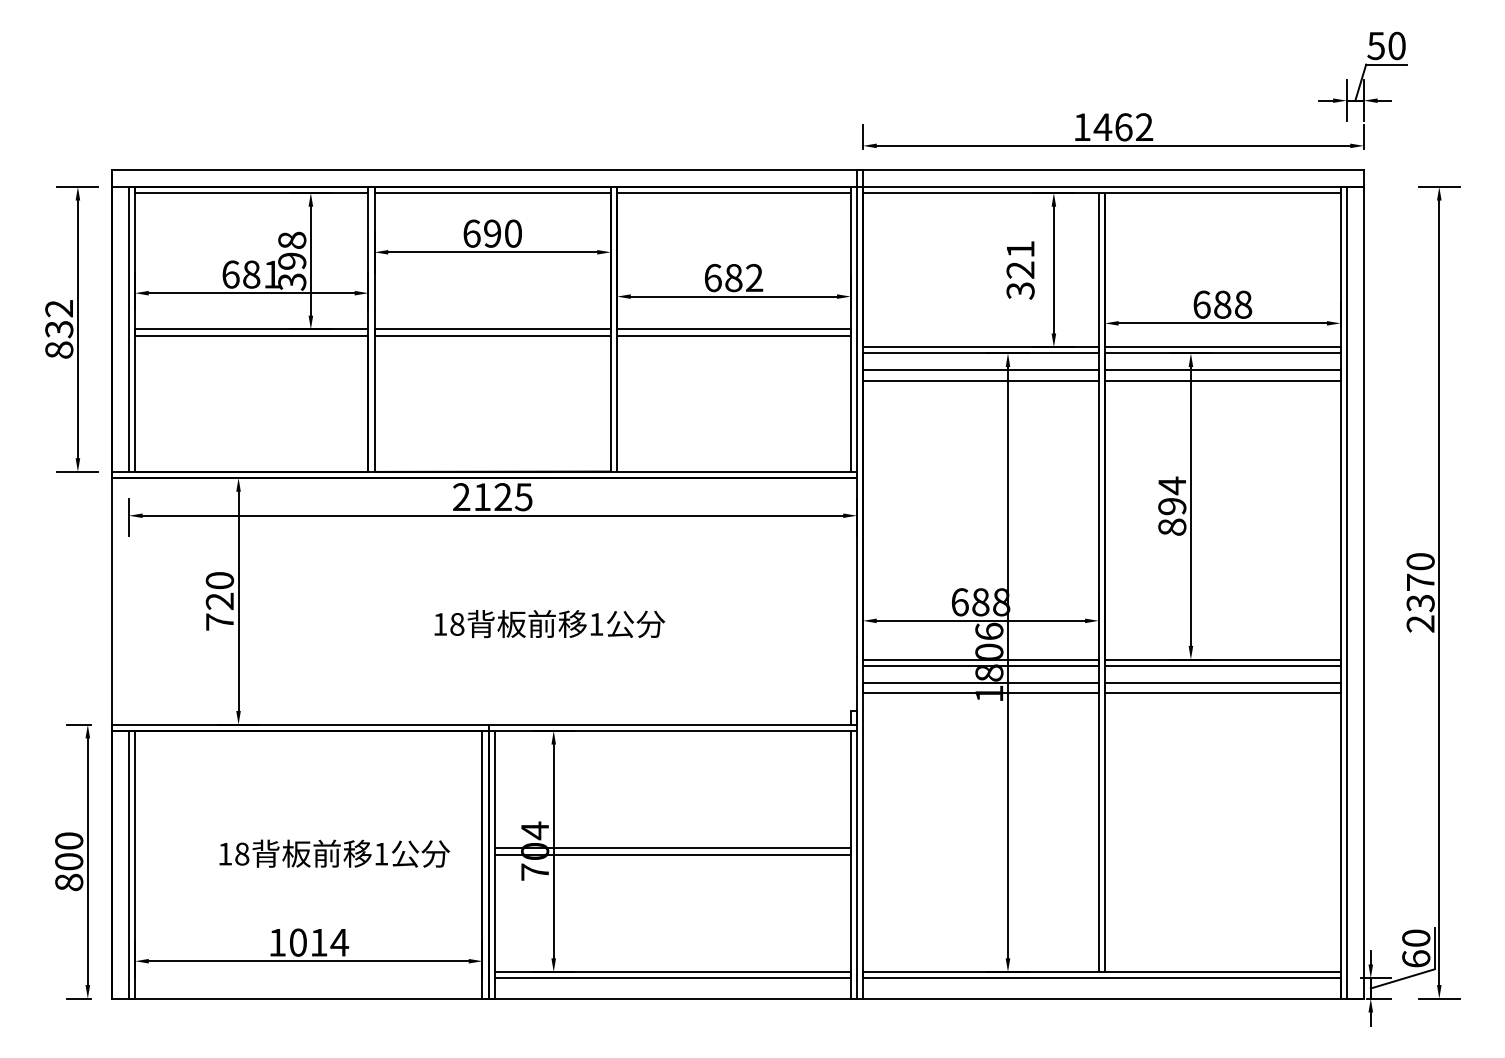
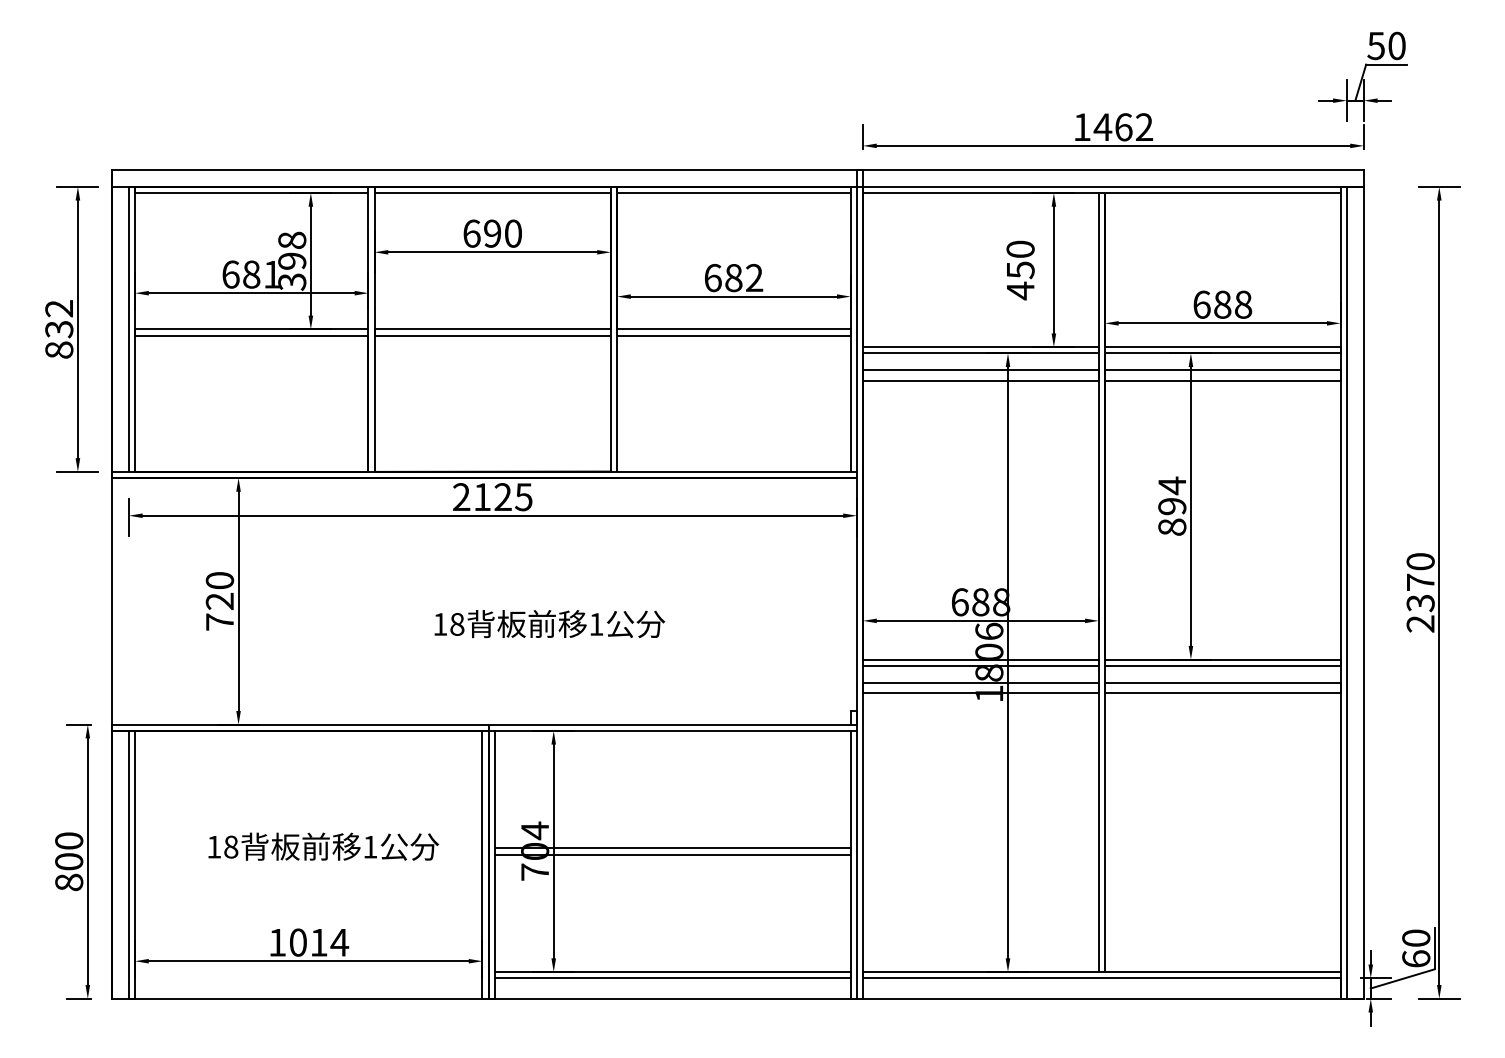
text at (1020, 270): 321 -> 450
text at (334, 853) position: (334, 853) -> (323, 846)
